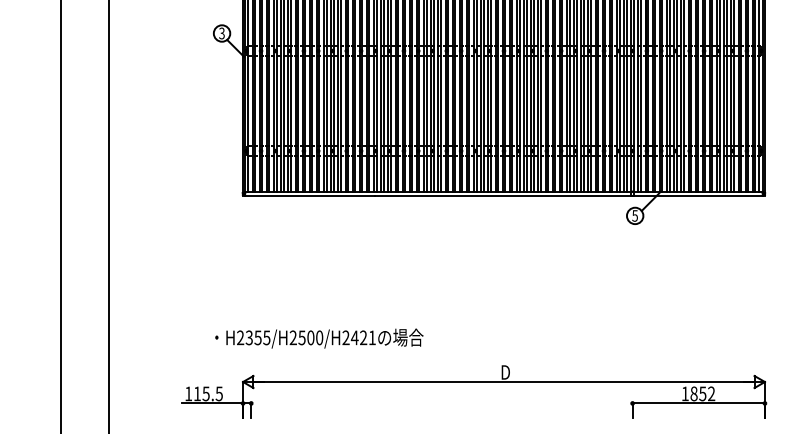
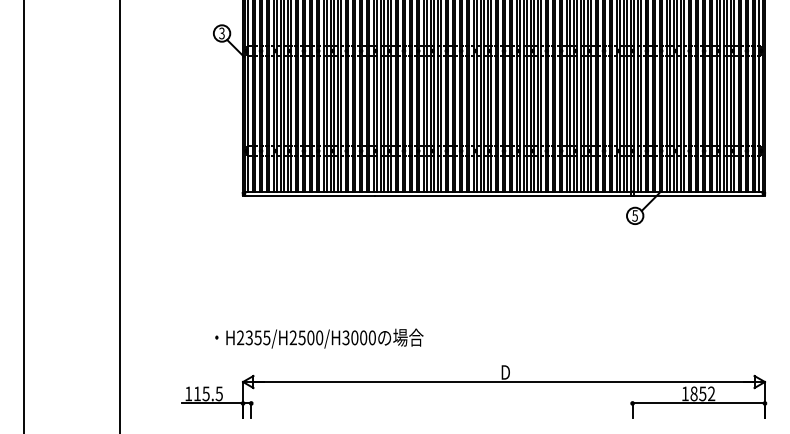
line at (60, 216) position: (60, 216) -> (23, 216)
line at (109, 216) position: (109, 216) -> (120, 216)
text at (358, 337): H2355/H2500/H2421 -> H2355/H2500/H3000
